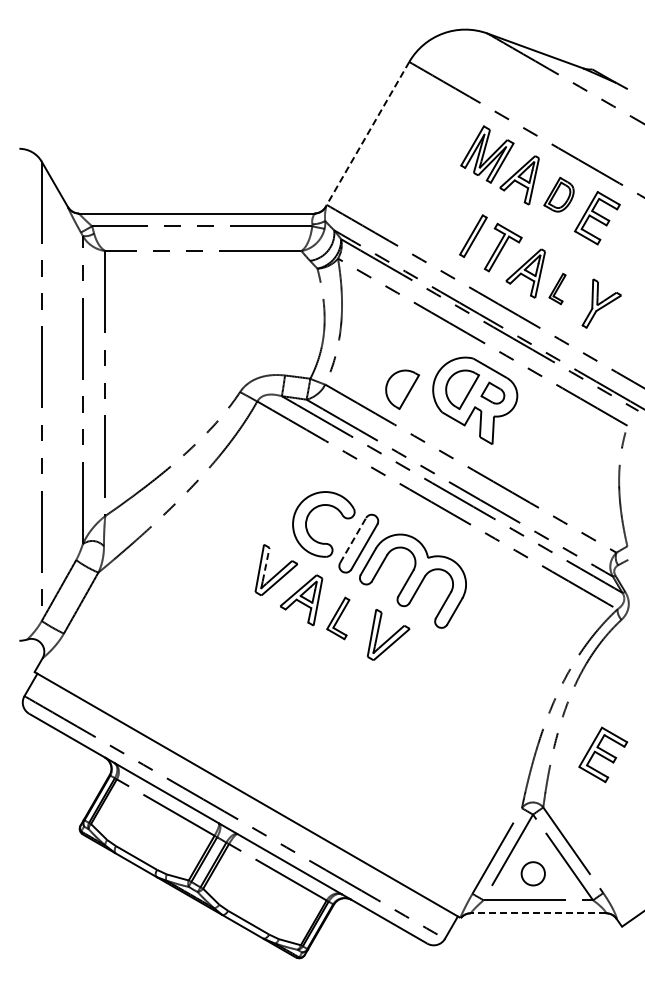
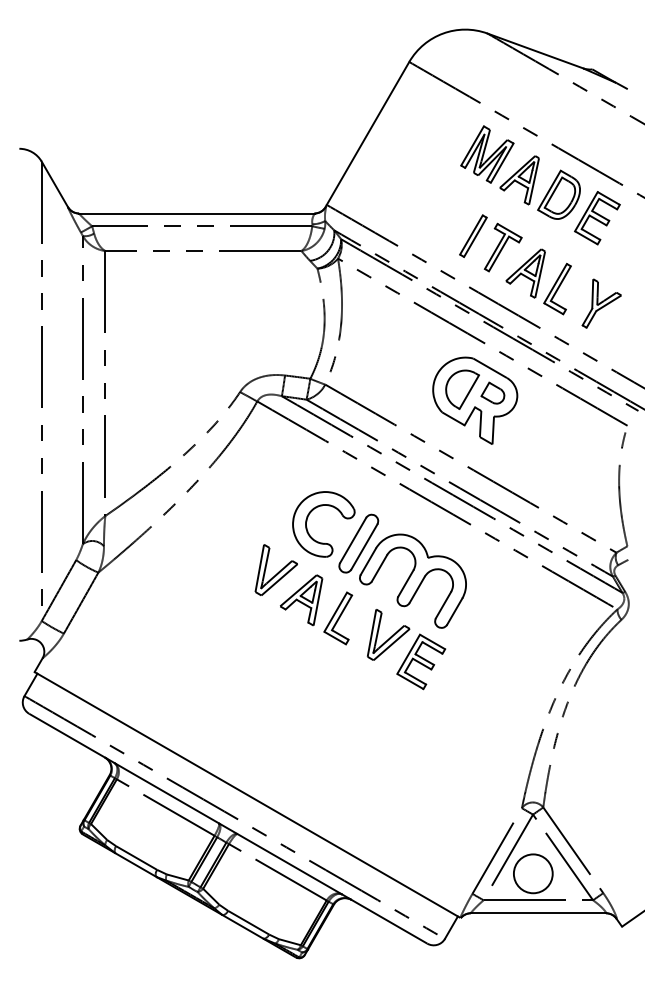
line at (368, 133): dashed -> solid
part at (558, 194) size: 32x37 px -> 44x51 px
part at (557, 289) size: 19x33 px -> 29x54 px
part at (402, 389): present -> none
line at (353, 540): dashed -> solid
line at (266, 564): dashed -> solid
part at (338, 618) size: 25x45 px -> 31x55 px
part at (603, 754) position: (603, 754) -> (421, 661)
circle at (532, 873) diameter: 23 px -> 39 px
line at (538, 913): dashed -> solid
